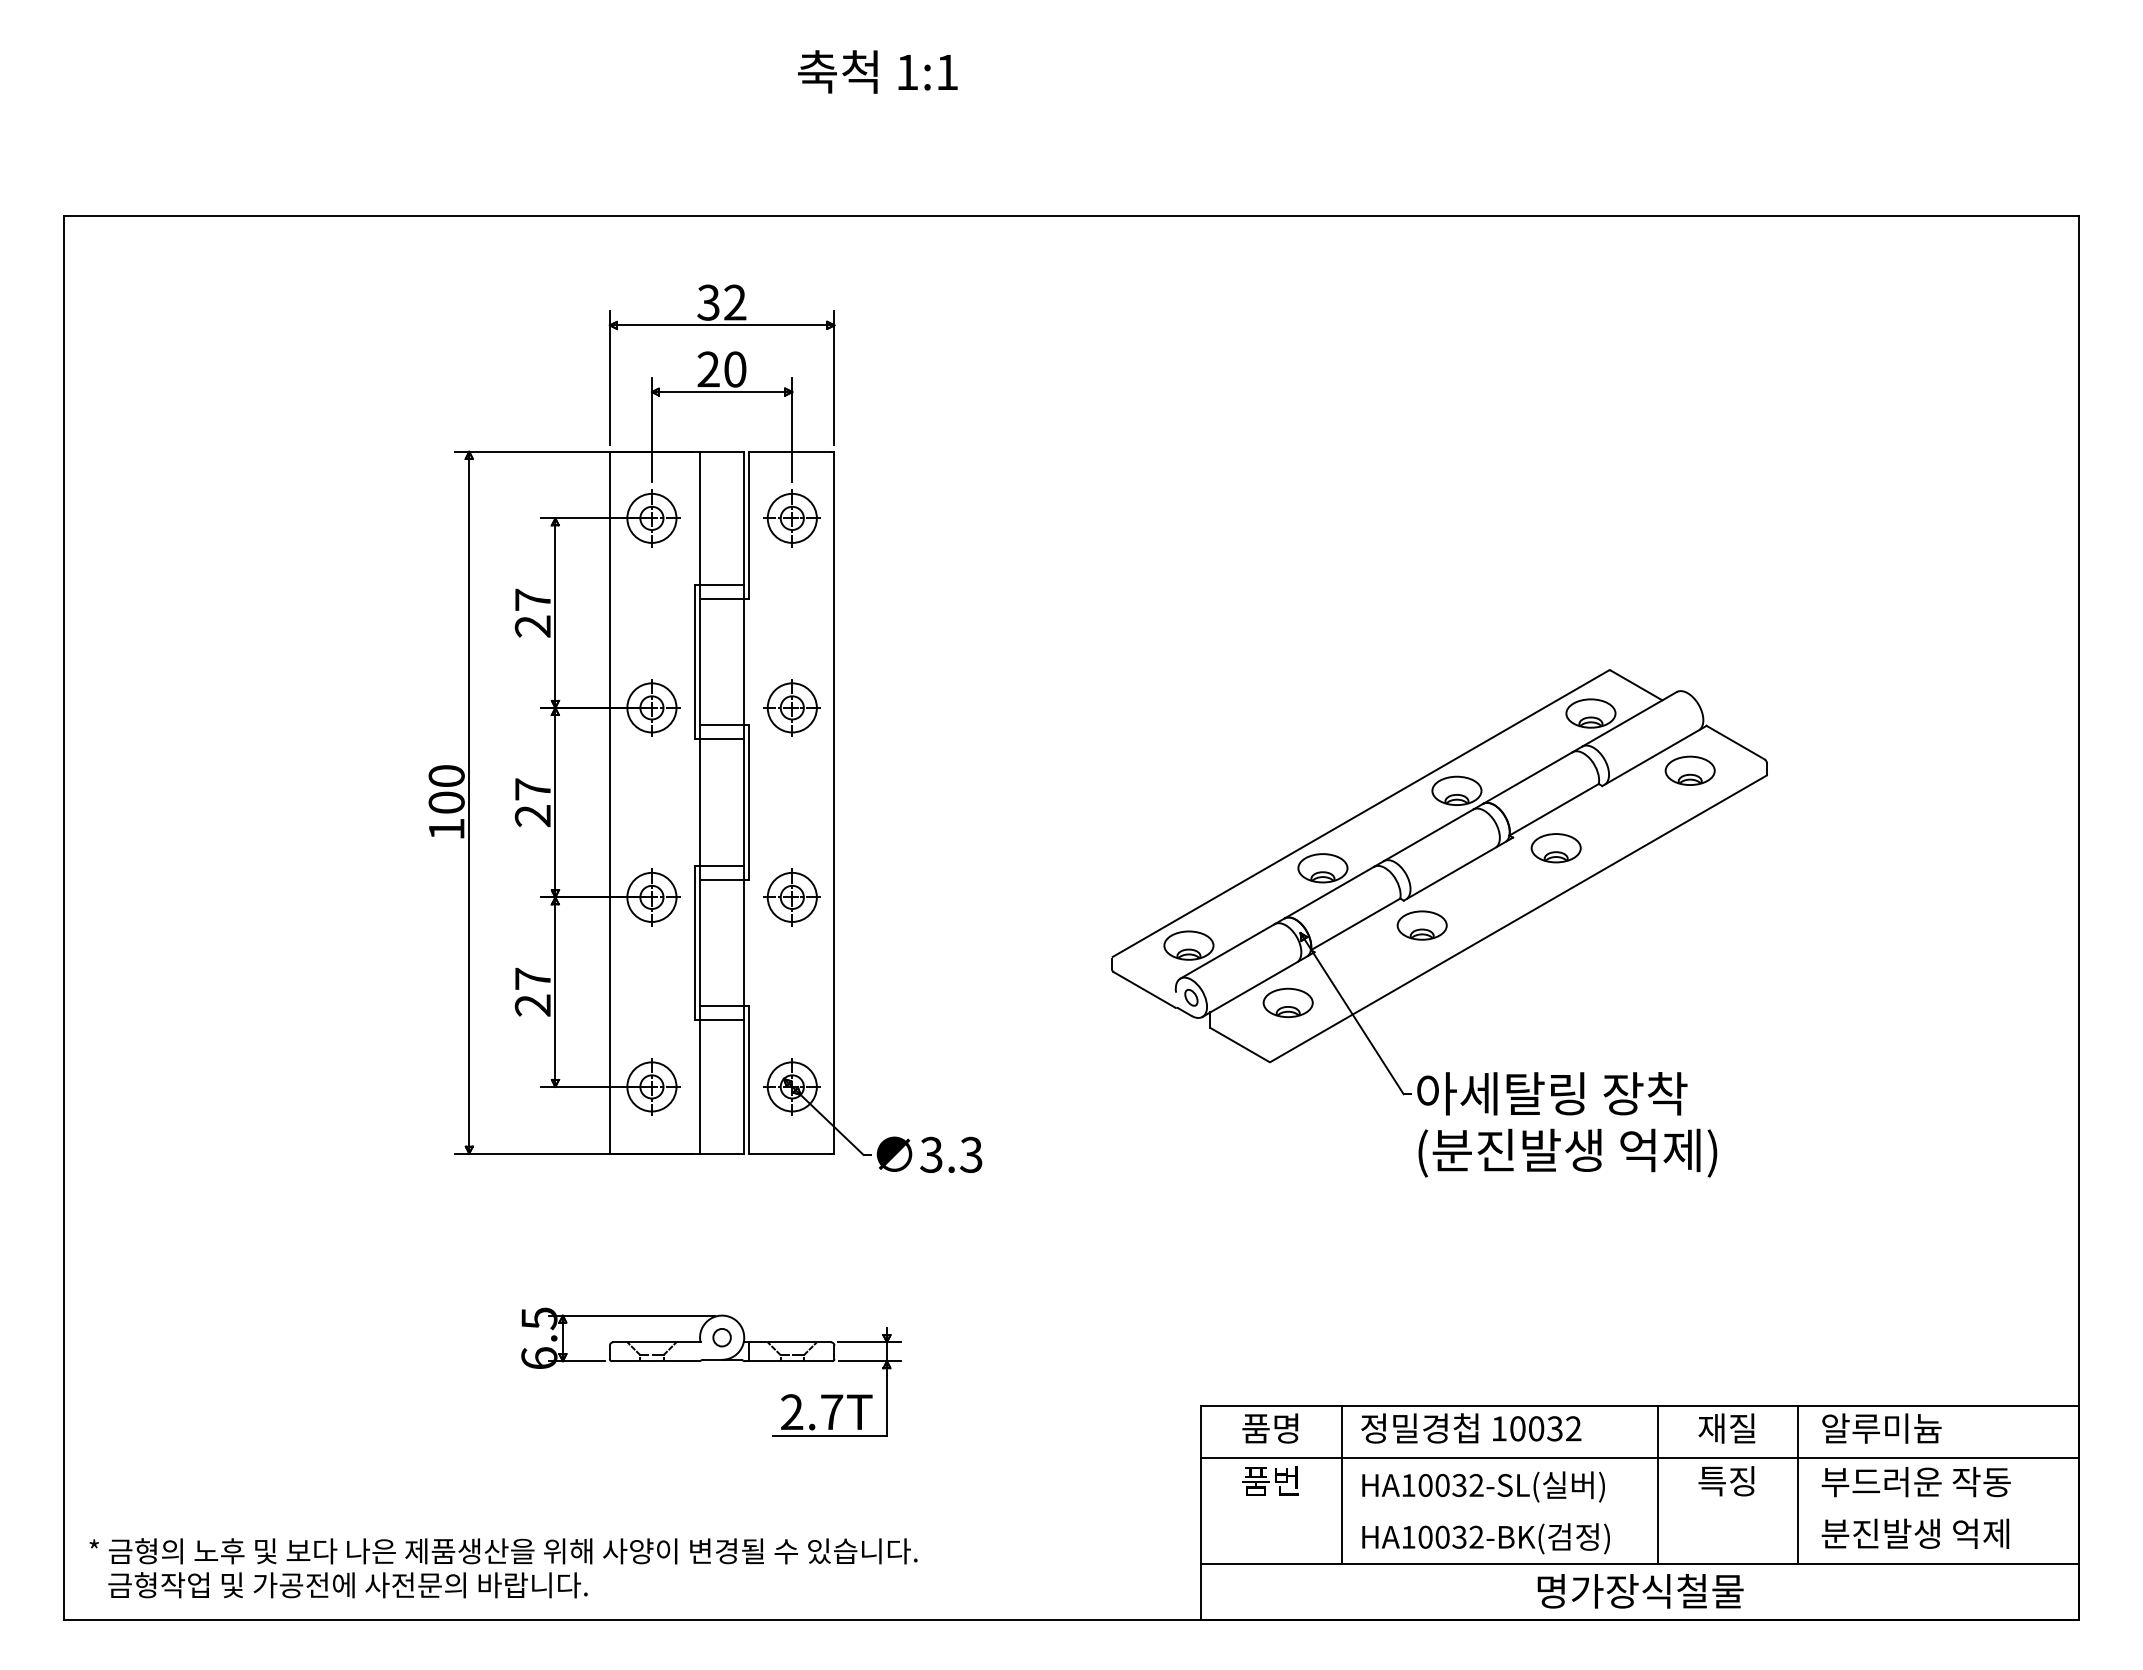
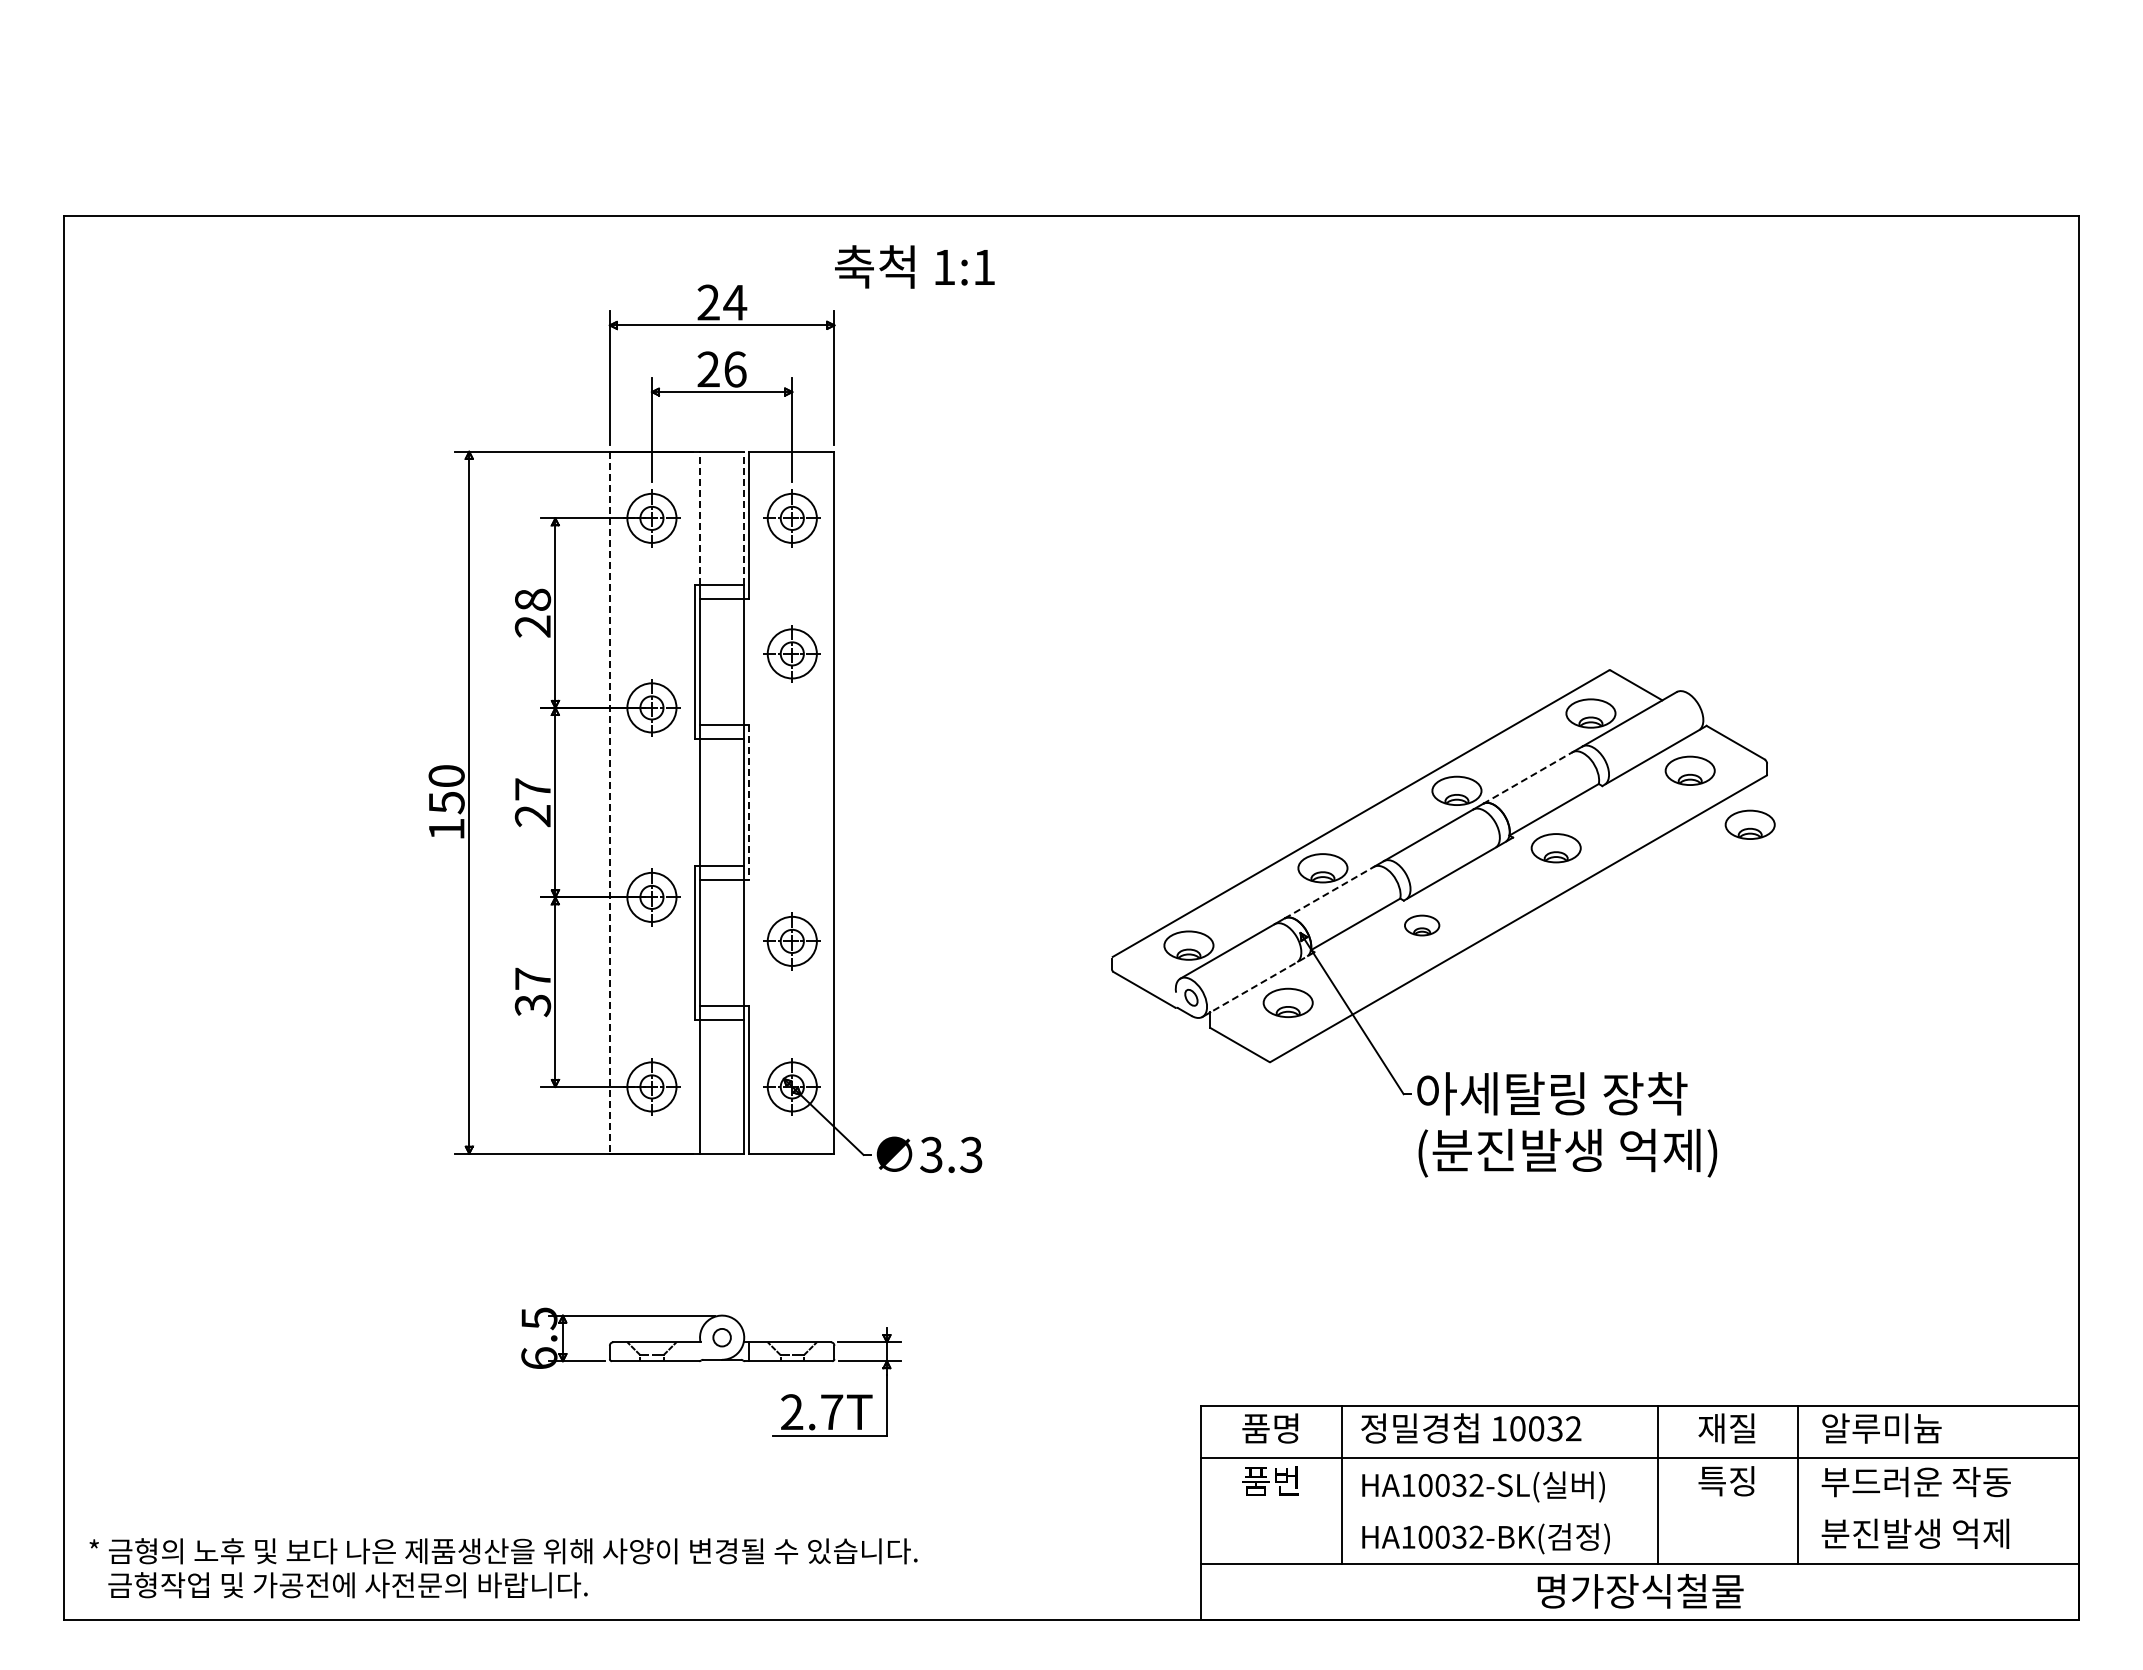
text at (877, 71) position: (877, 71) -> (914, 266)
text at (722, 302): 32 -> 24
text at (735, 369): 20 -> 26
line at (700, 518): solid -> dashed
line at (744, 518): solid -> dashed
text at (533, 599): 27 -> 28
part at (791, 707) position: (791, 707) -> (791, 653)
line at (1527, 778): solid -> dashed
text at (446, 802): 100 -> 150
line at (609, 802): solid -> dashed
line at (748, 803): solid -> dashed
part at (1749, 824): none -> present
line at (1329, 892): solid -> dashed
part at (791, 897) position: (791, 897) -> (791, 941)
part at (1421, 925) size: 52x31 px -> 37x23 px
line at (1261, 982): solid -> dashed
text at (533, 1005): 27 -> 37
